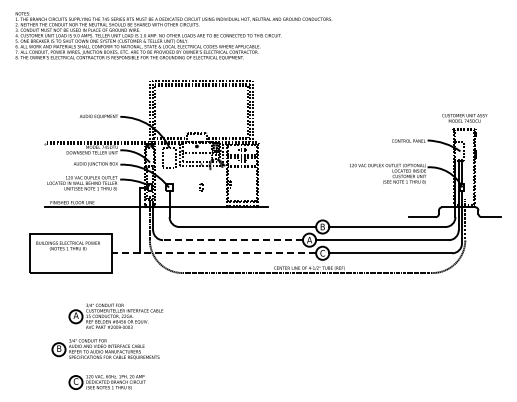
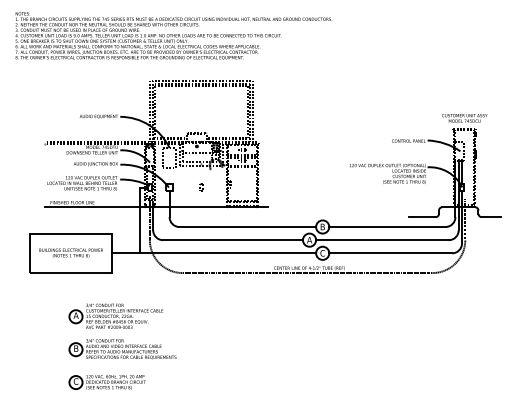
line at (233, 240): dashed -> solid
text at (67, 245) position: (67, 245) -> (70, 252)
line at (214, 253): dashed -> solid
part at (105, 349) position: (105, 349) -> (122, 349)
